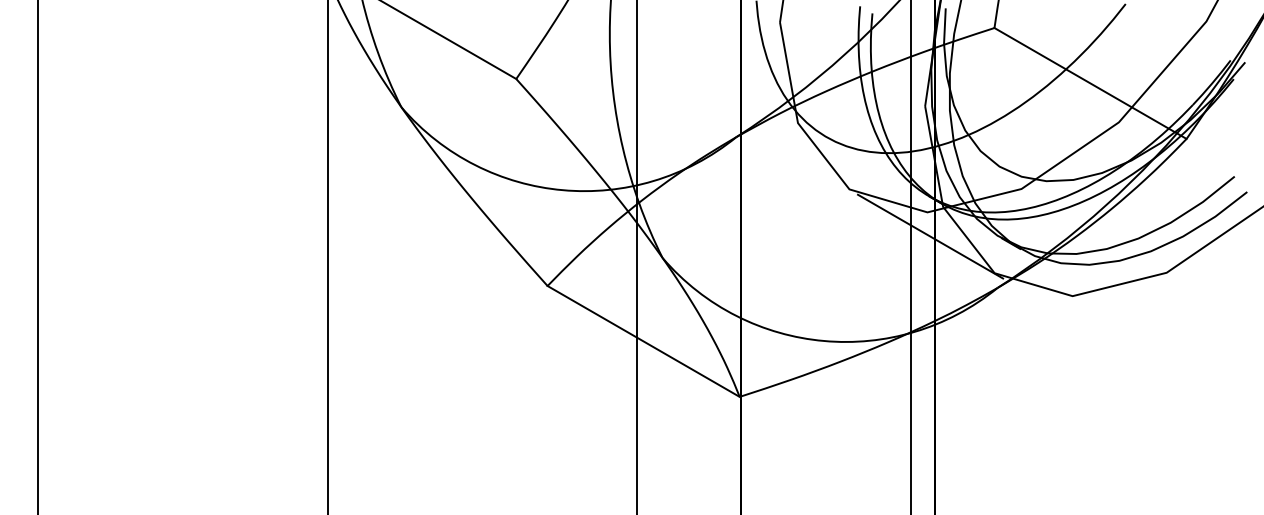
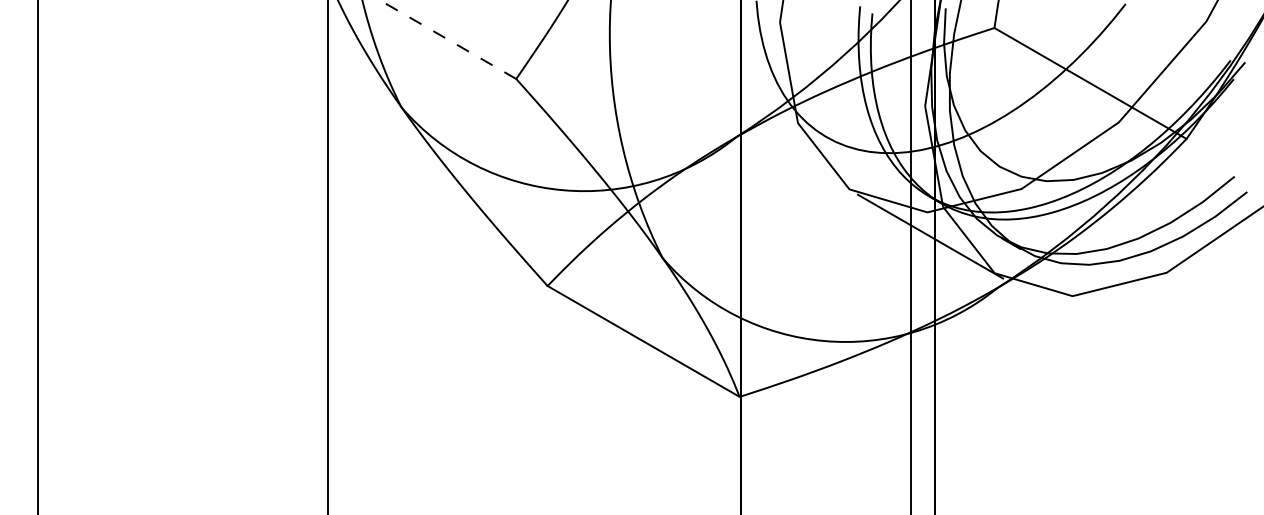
line at (447, 39): solid -> dashed
line at (636, 256): present -> none
